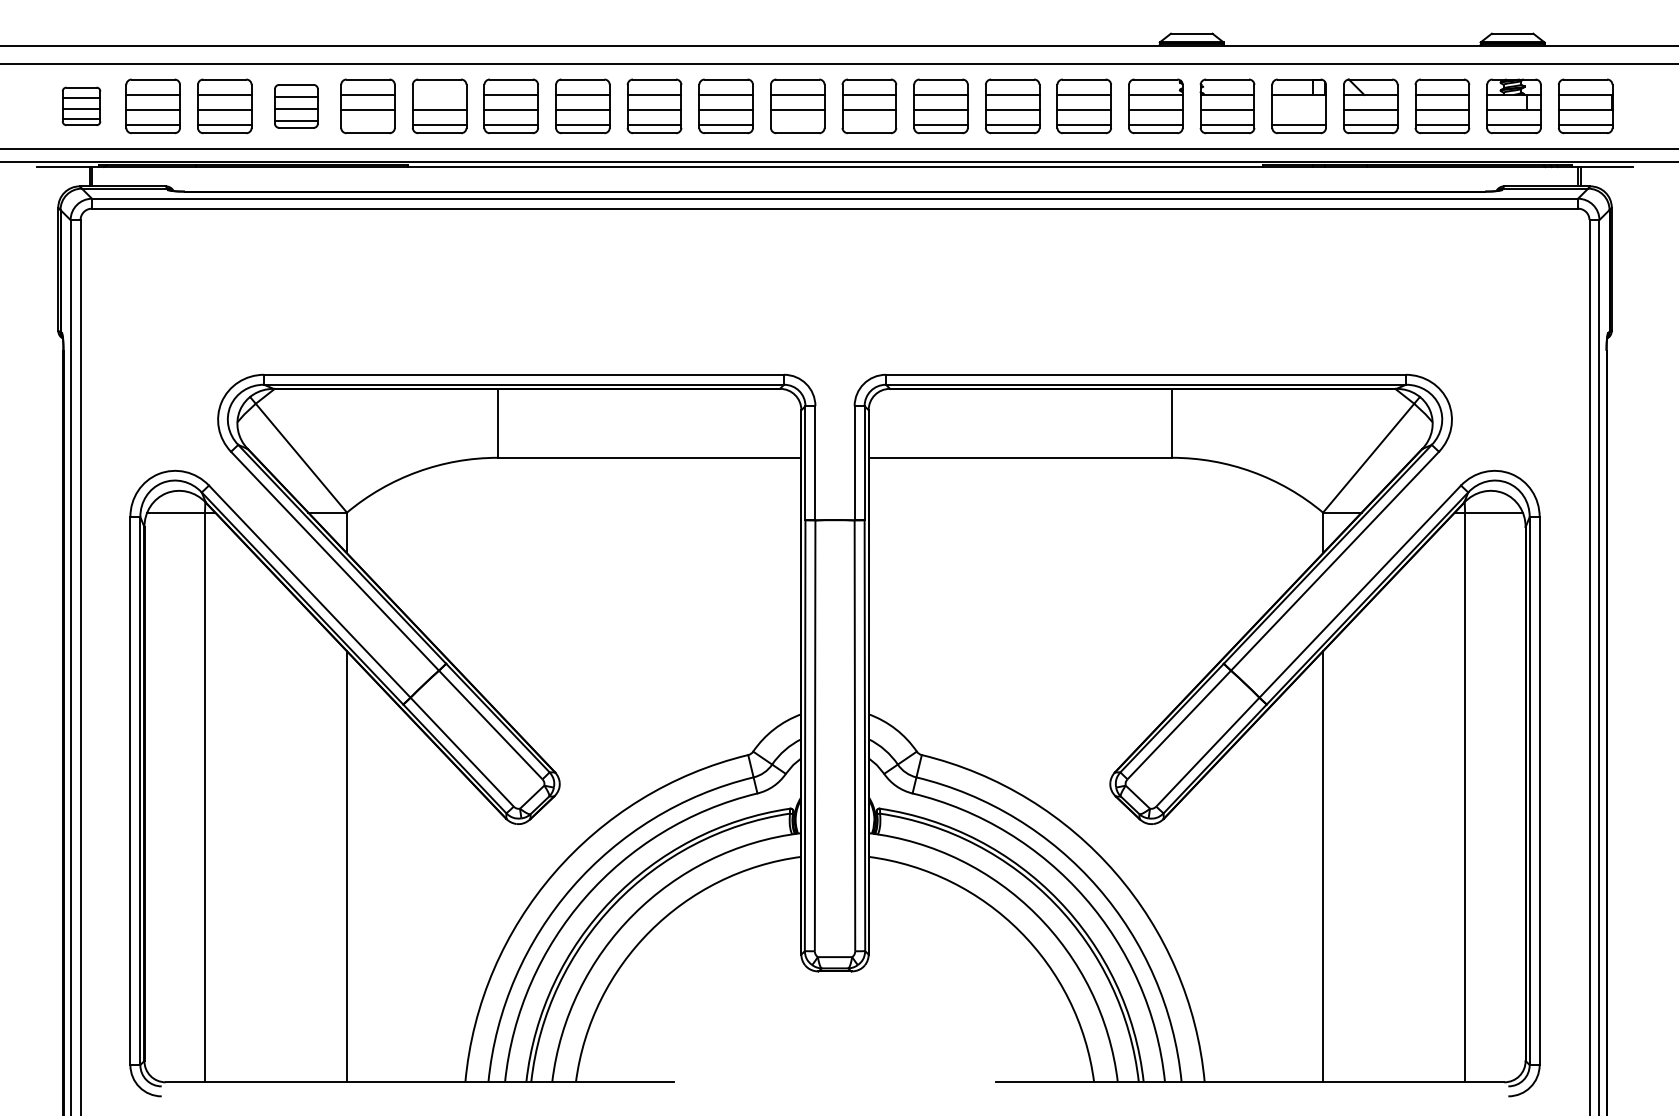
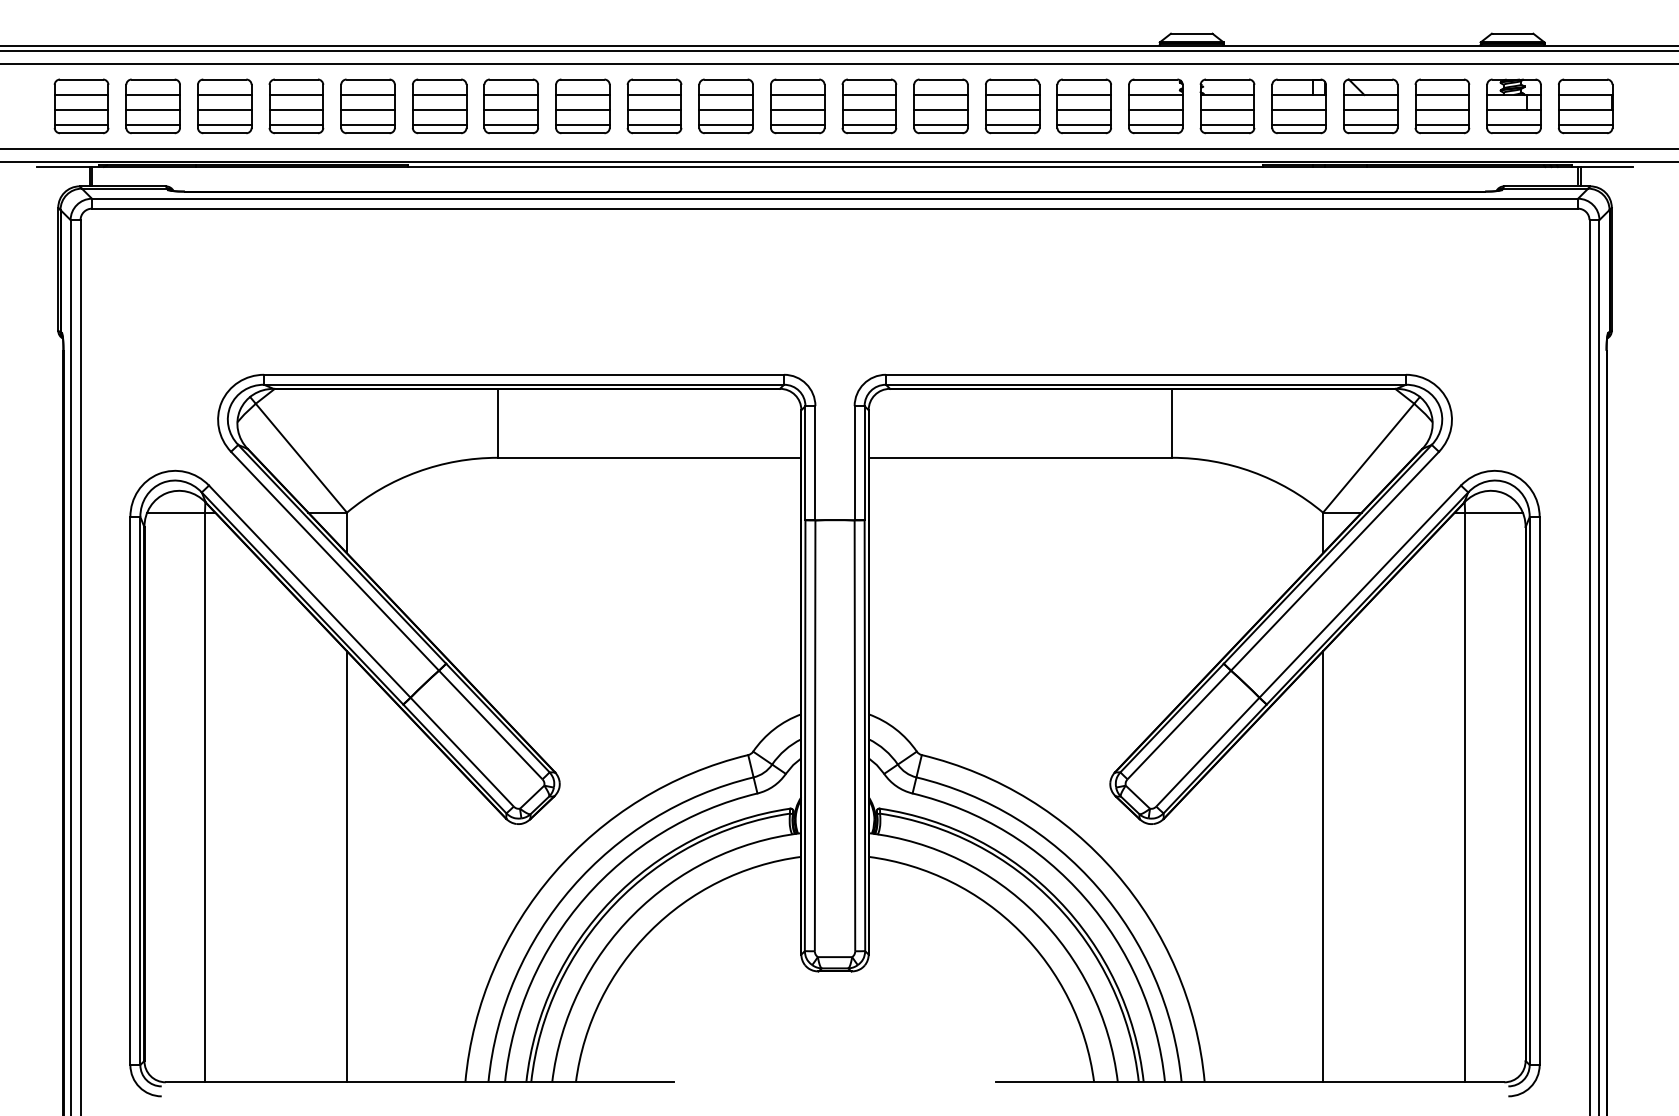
line at (838, 50): none -> present
line at (439, 94): none -> present
part at (81, 105) size: 41x40 px -> 57x57 px
part at (296, 106) size: 45x45 px -> 57x57 px
line at (1299, 110): none -> present
line at (367, 125): none -> present
line at (797, 125): none -> present
line at (869, 125): none -> present
